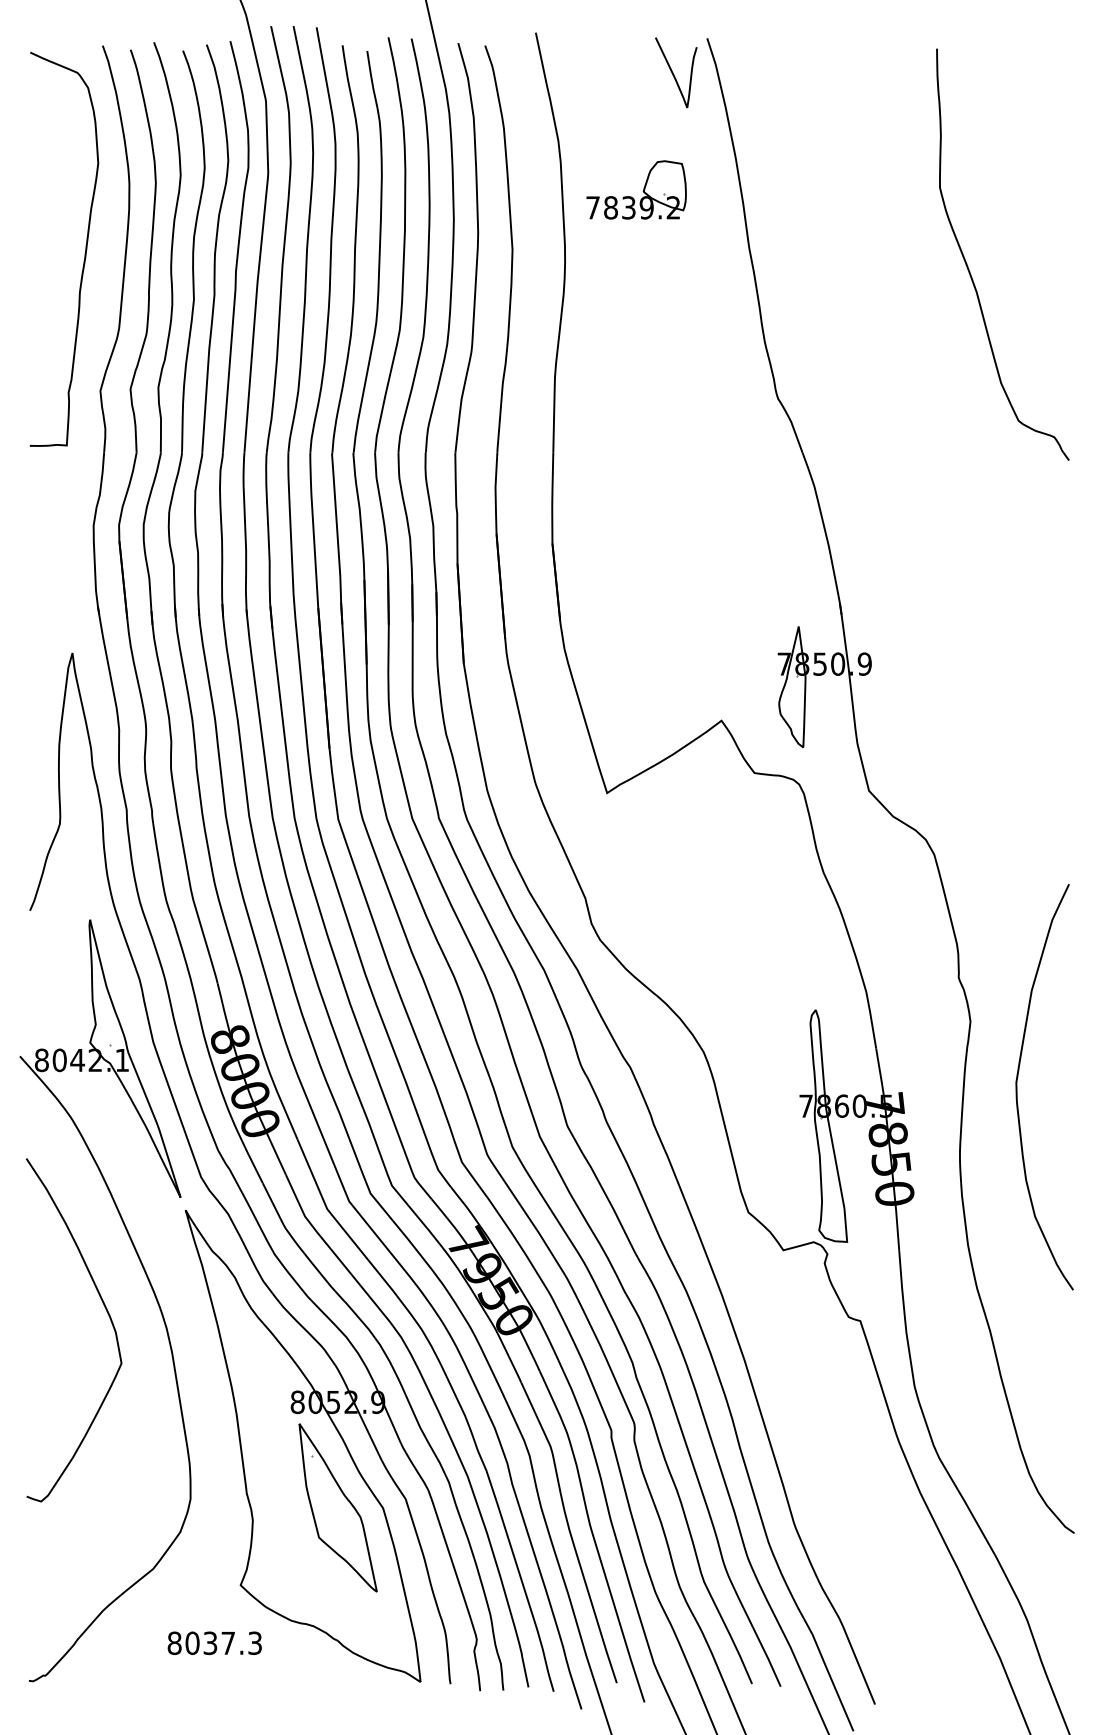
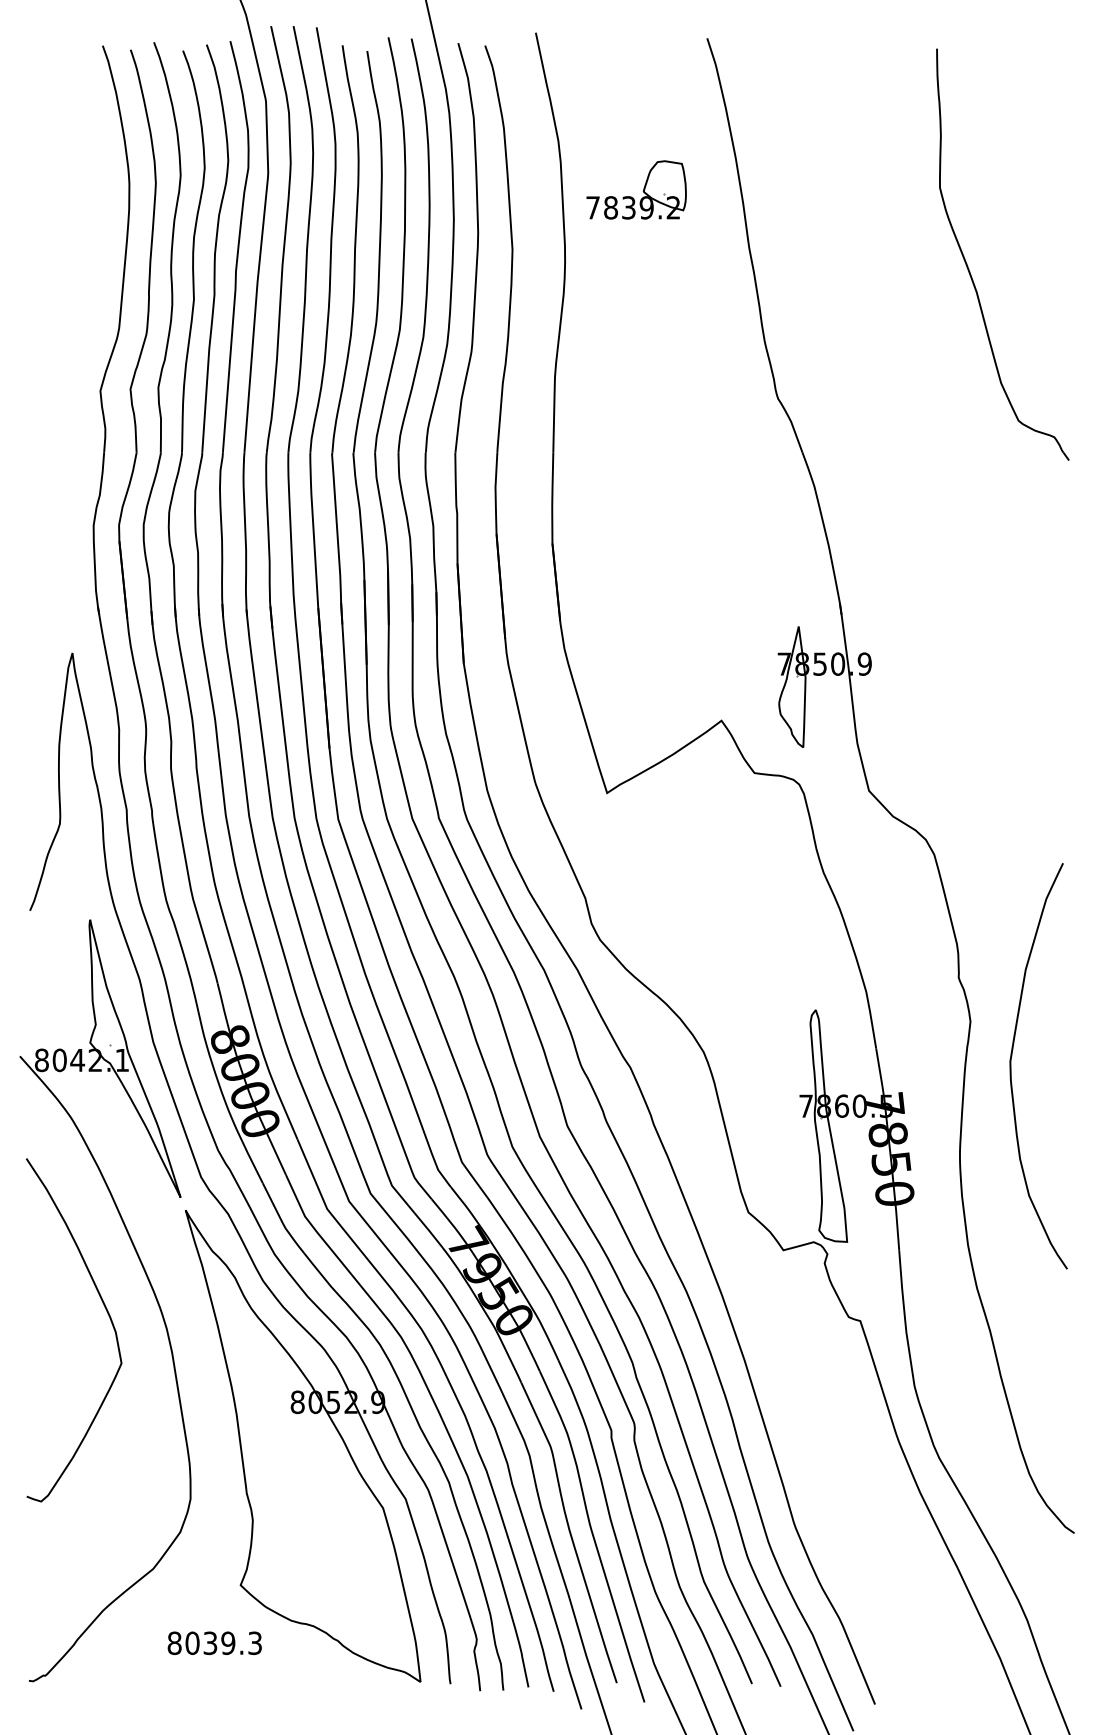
curve at (674, 74): present -> none
curve at (84, 253): present -> none
curve at (1017, 1087) position: (1017, 1087) -> (1011, 1066)
part at (337, 1507): present -> none
text at (228, 1643): 8037.3 -> 8039.3
